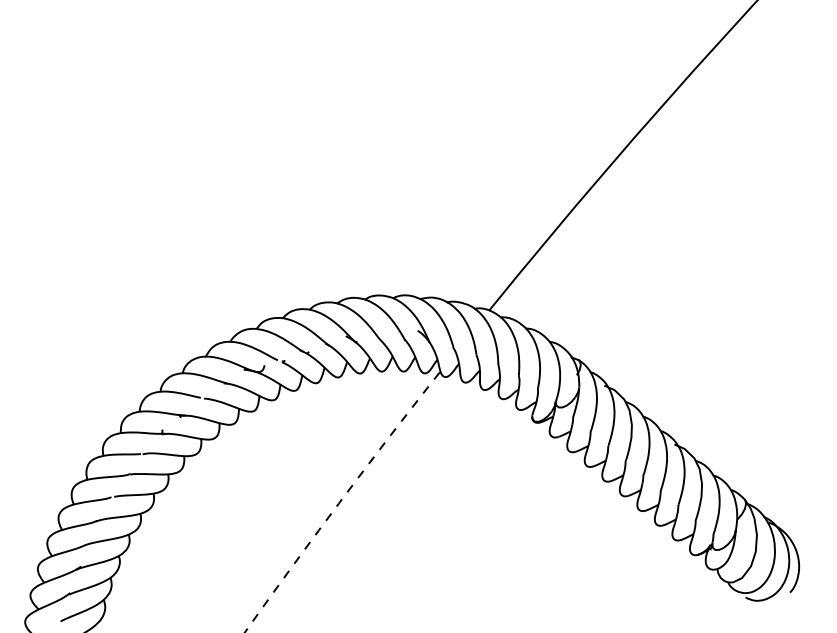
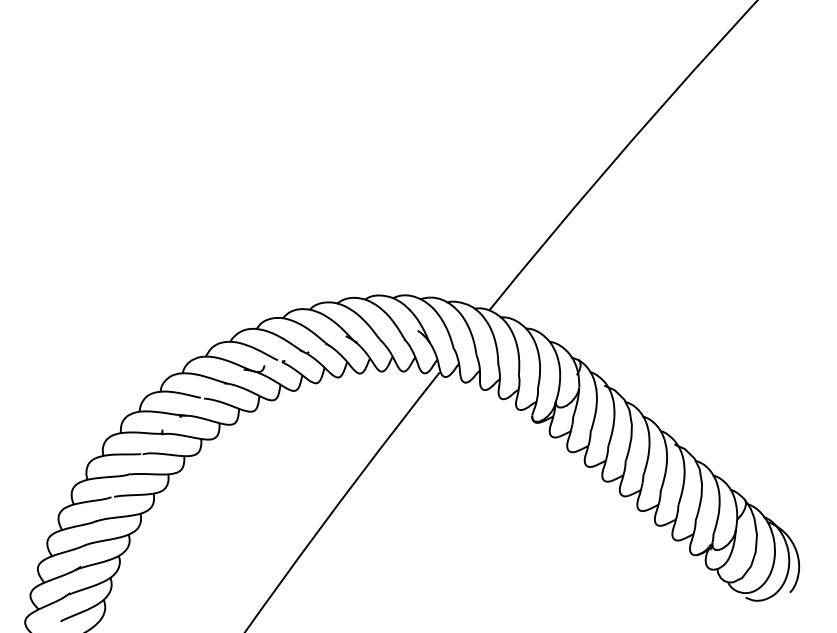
arc at (340, 501): dashed -> solid
